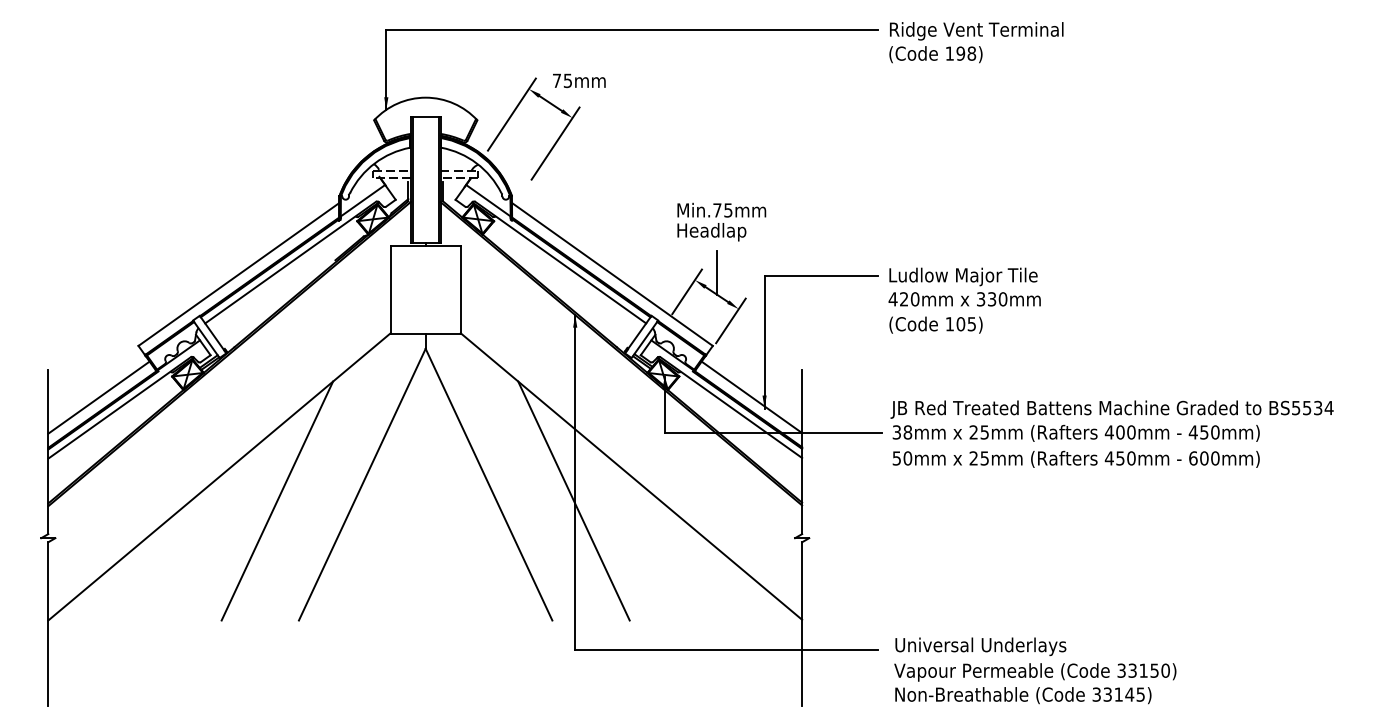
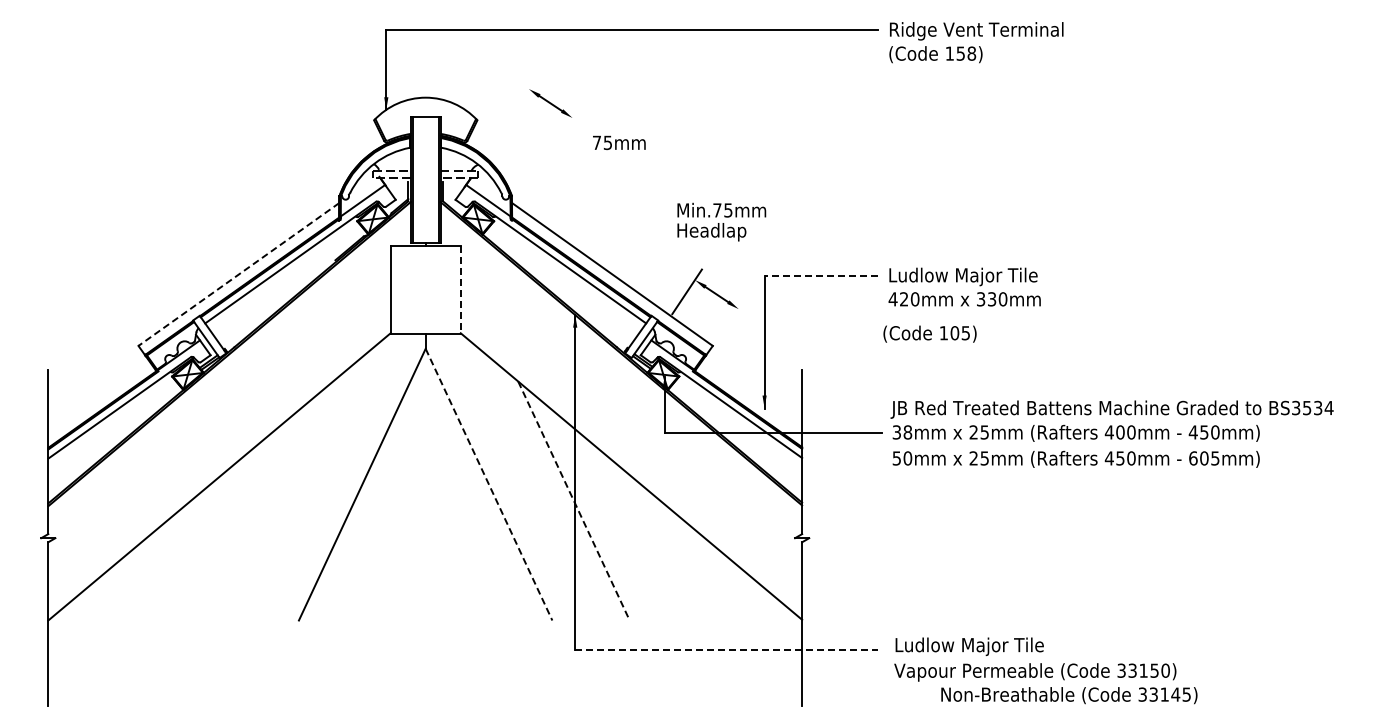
text at (960, 53): 198) -> 158)
text at (579, 80) position: (579, 80) -> (619, 142)
line at (511, 114): present -> none
line at (555, 143): present -> none
line at (716, 272): present -> none
line at (238, 274): solid -> dashed
line at (821, 276): solid -> dashed
line at (460, 290): solid -> dashed
line at (730, 320): present -> none
text at (935, 324) position: (935, 324) -> (929, 333)
line at (98, 397): present -> none
line at (751, 397): present -> none
text at (1296, 407): BS5534 -> BS3534
text at (1215, 458): 600mm) -> 605mm)
line at (489, 484): solid -> dashed
line at (277, 500): present -> none
line at (573, 501): solid -> dashed
text at (980, 646): Universal Underlays -> Ludlow Major Tile
line at (726, 649): solid -> dashed
text at (1023, 695) position: (1023, 695) -> (1069, 695)
